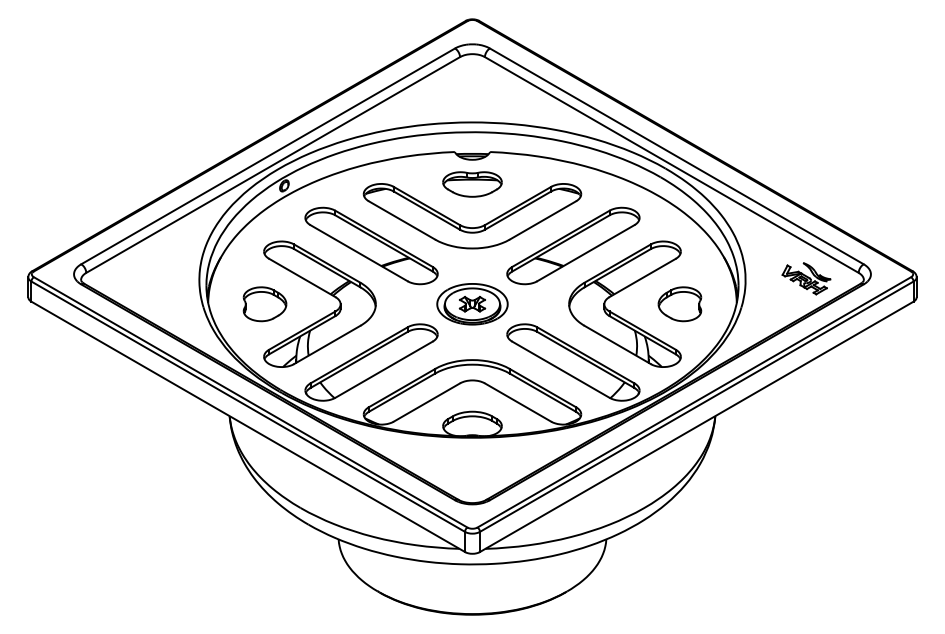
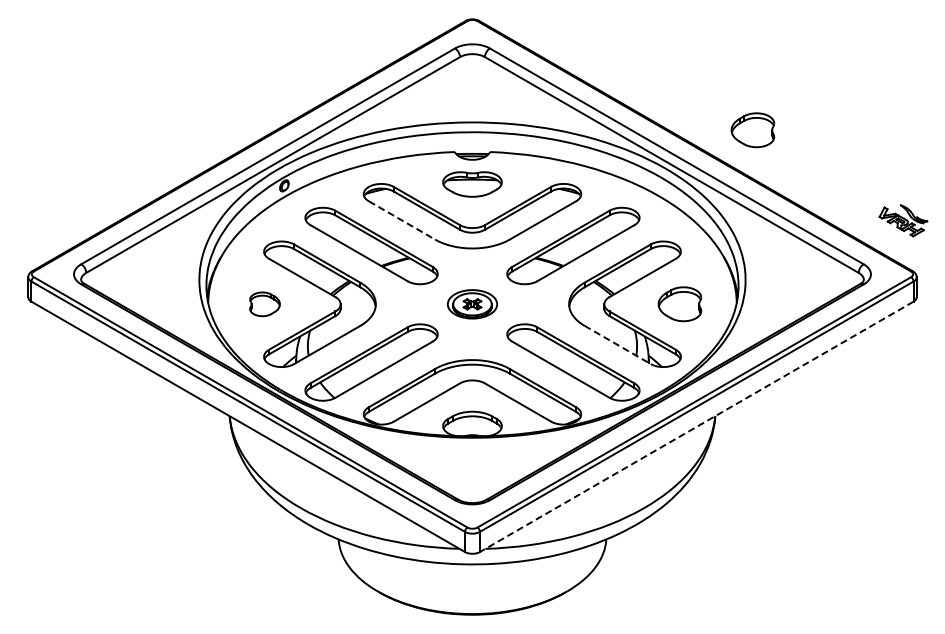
part at (752, 130): none -> present
line at (402, 220): solid -> dashed
part at (806, 278) position: (806, 278) -> (903, 220)
part at (264, 304) size: 46x37 px -> 32x27 px
part at (472, 304) size: 73x43 px -> 51x31 px
line at (618, 345): solid -> dashed
line at (696, 427): solid -> dashed
